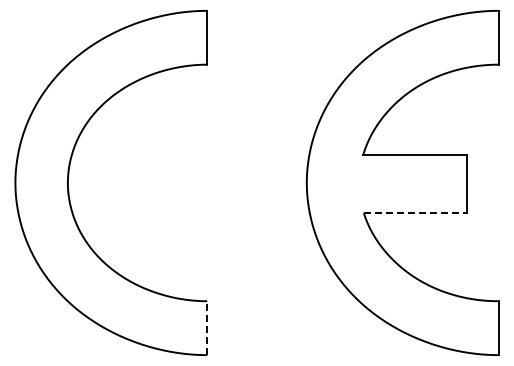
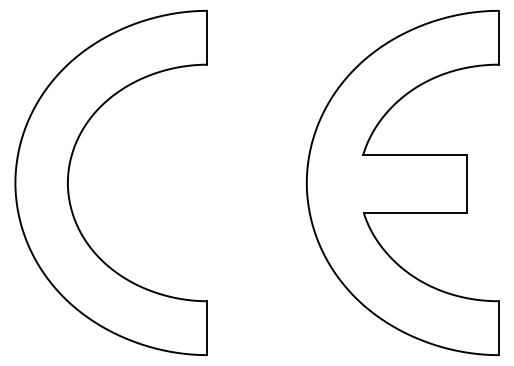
line at (415, 213): dashed -> solid
line at (207, 328): dashed -> solid
